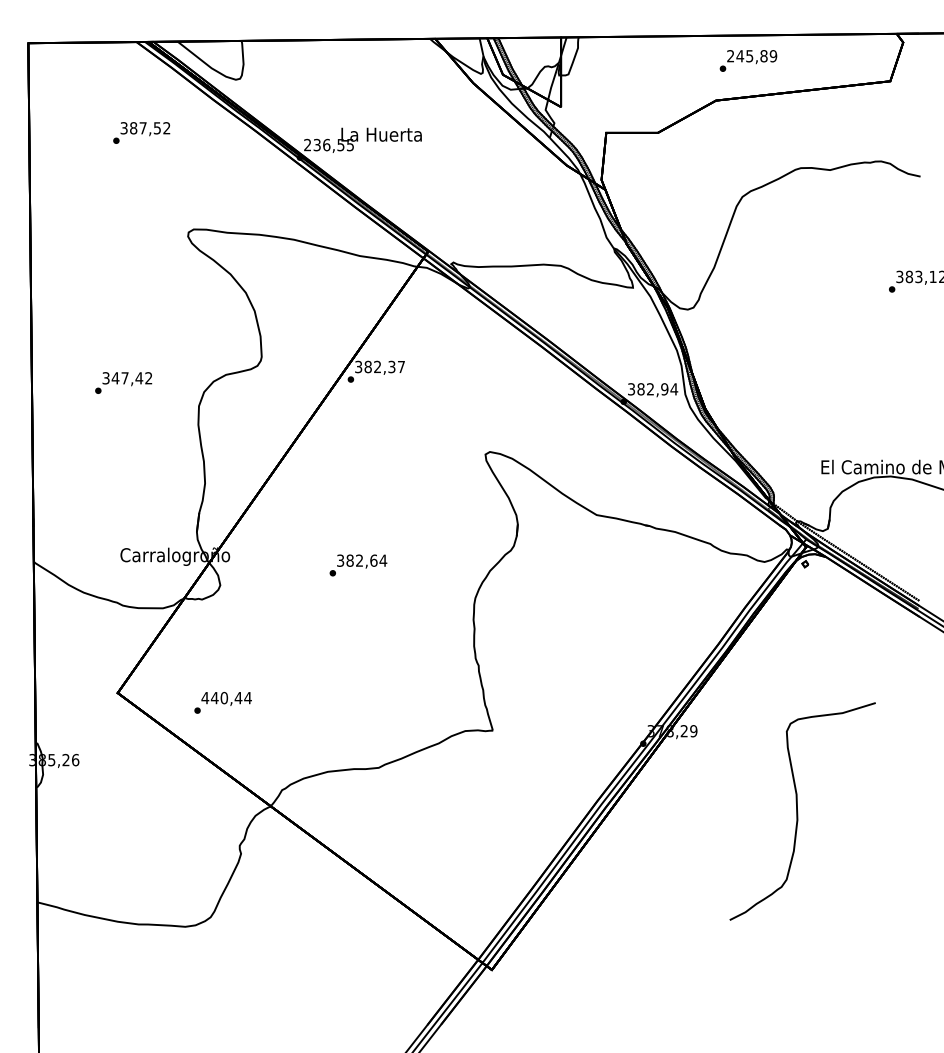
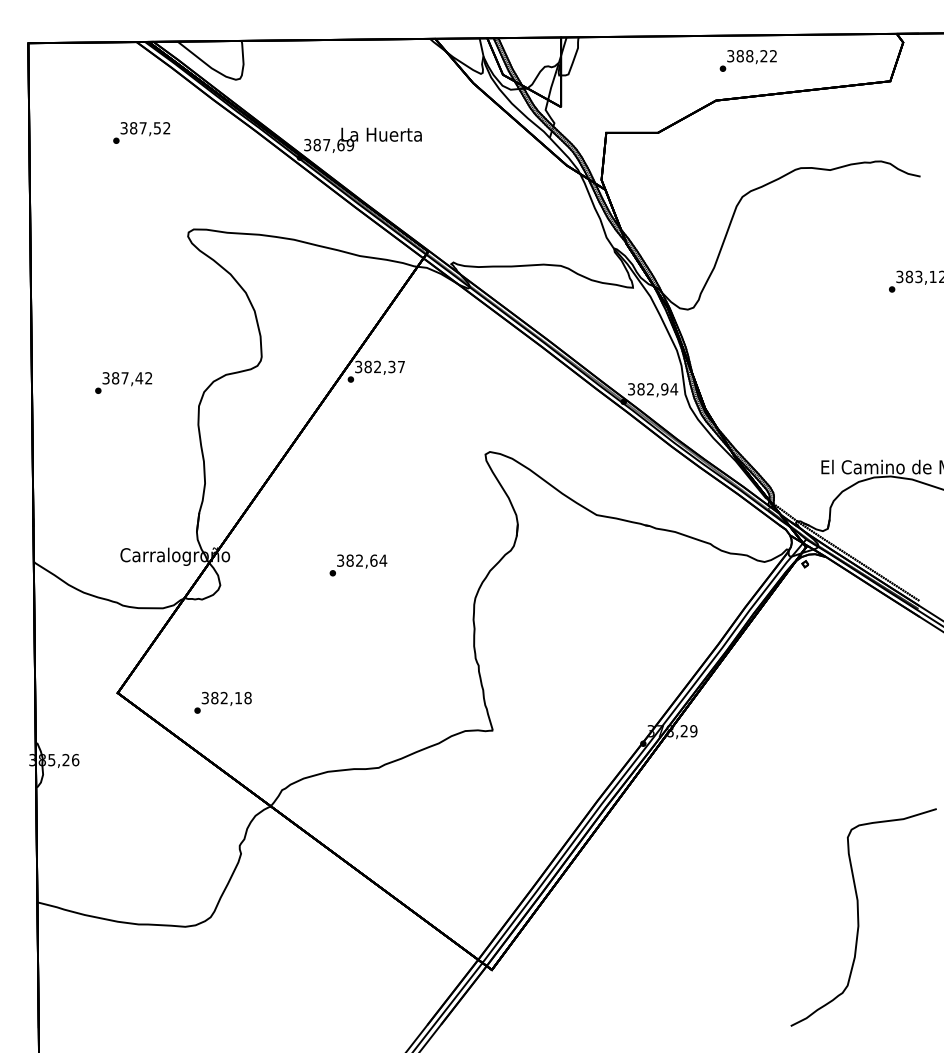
text at (752, 56): 245,89 -> 388,22
text at (329, 144): 236,55 -> 387,69
text at (115, 378): 347,42 -> 387,42
text at (226, 697): 440,44 -> 382,18
part at (802, 811) position: (802, 811) -> (863, 917)
